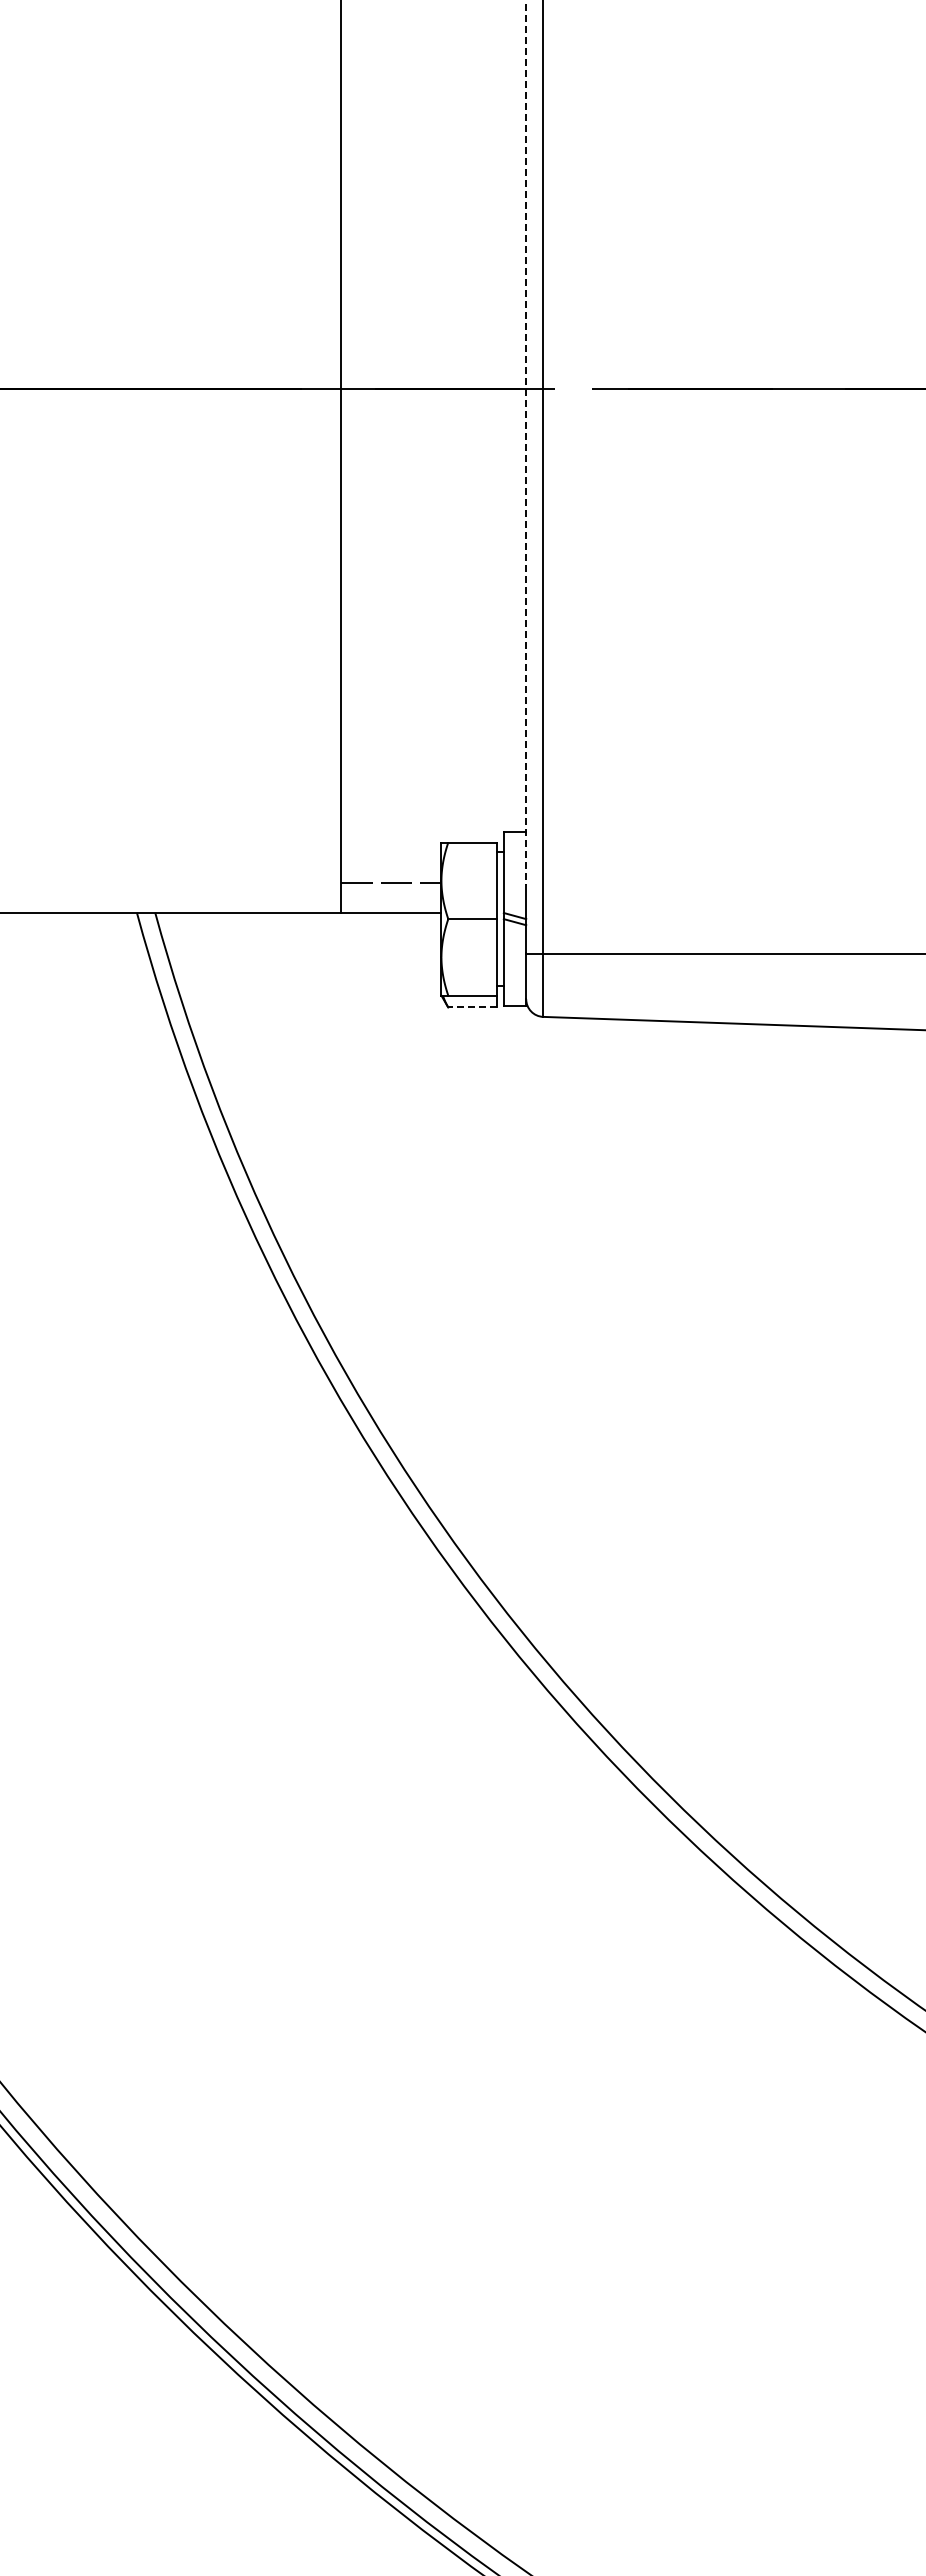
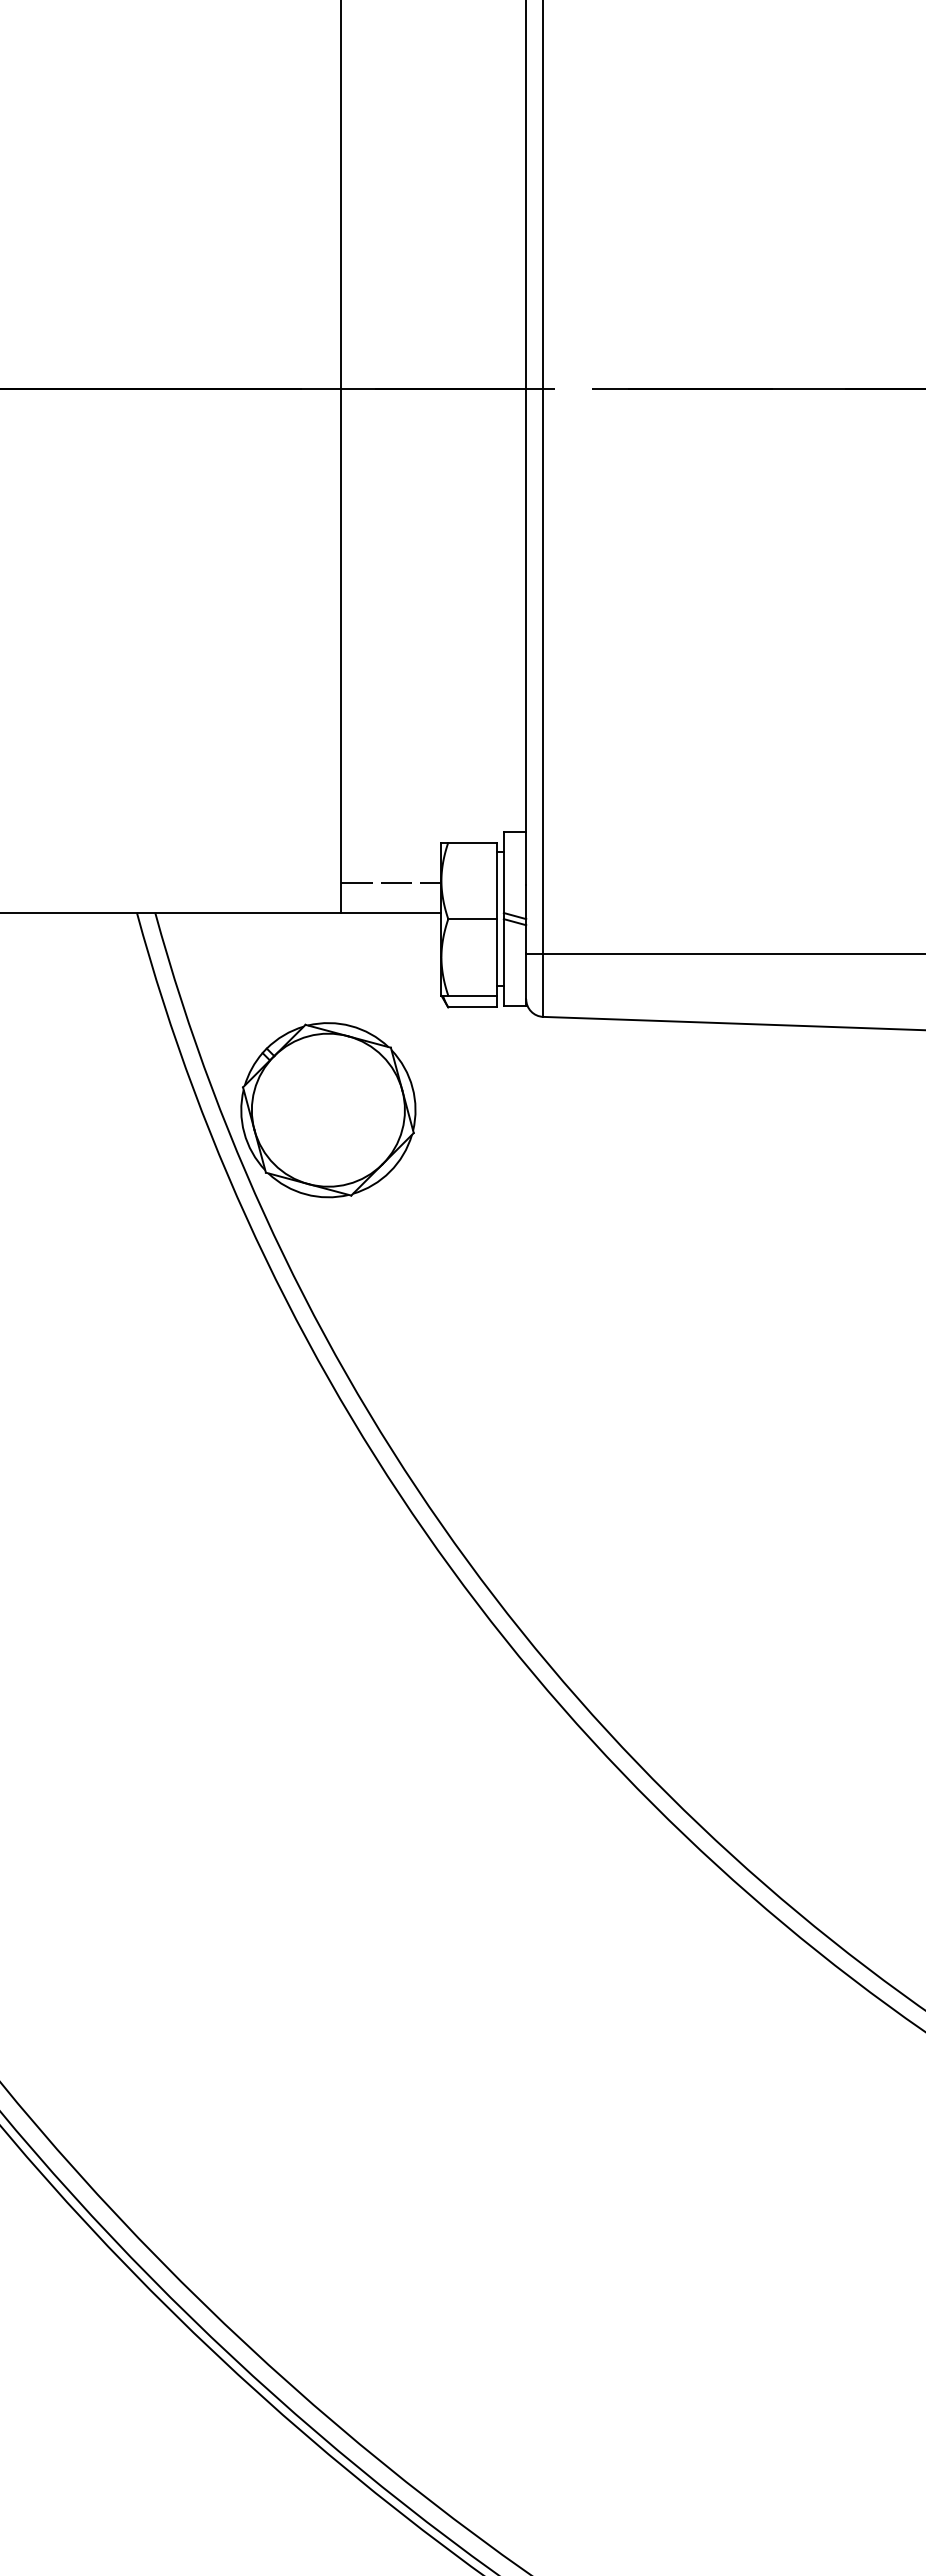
line at (526, 443): dashed -> solid
line at (472, 1007): dashed -> solid
part at (328, 1110): none -> present
